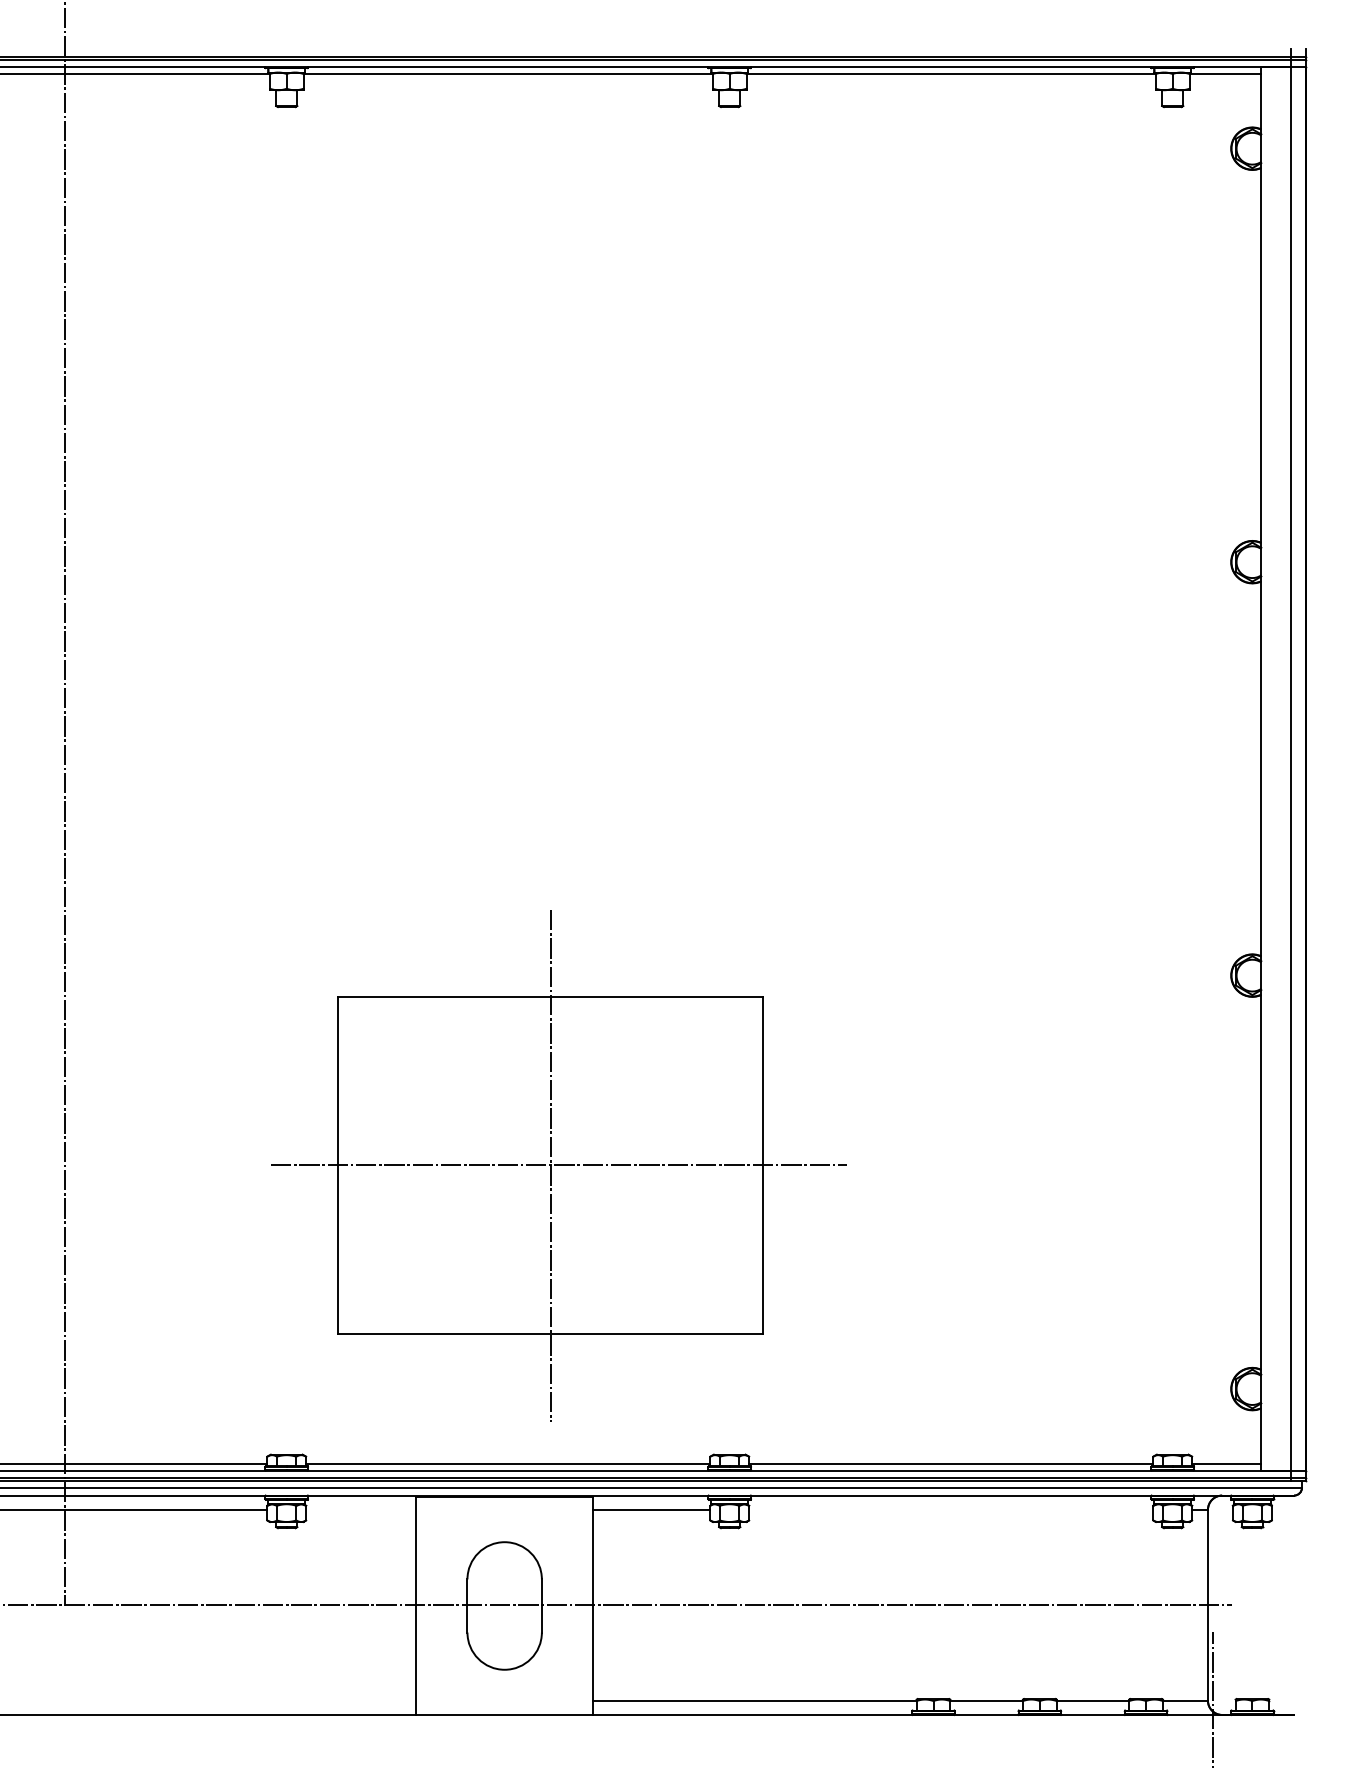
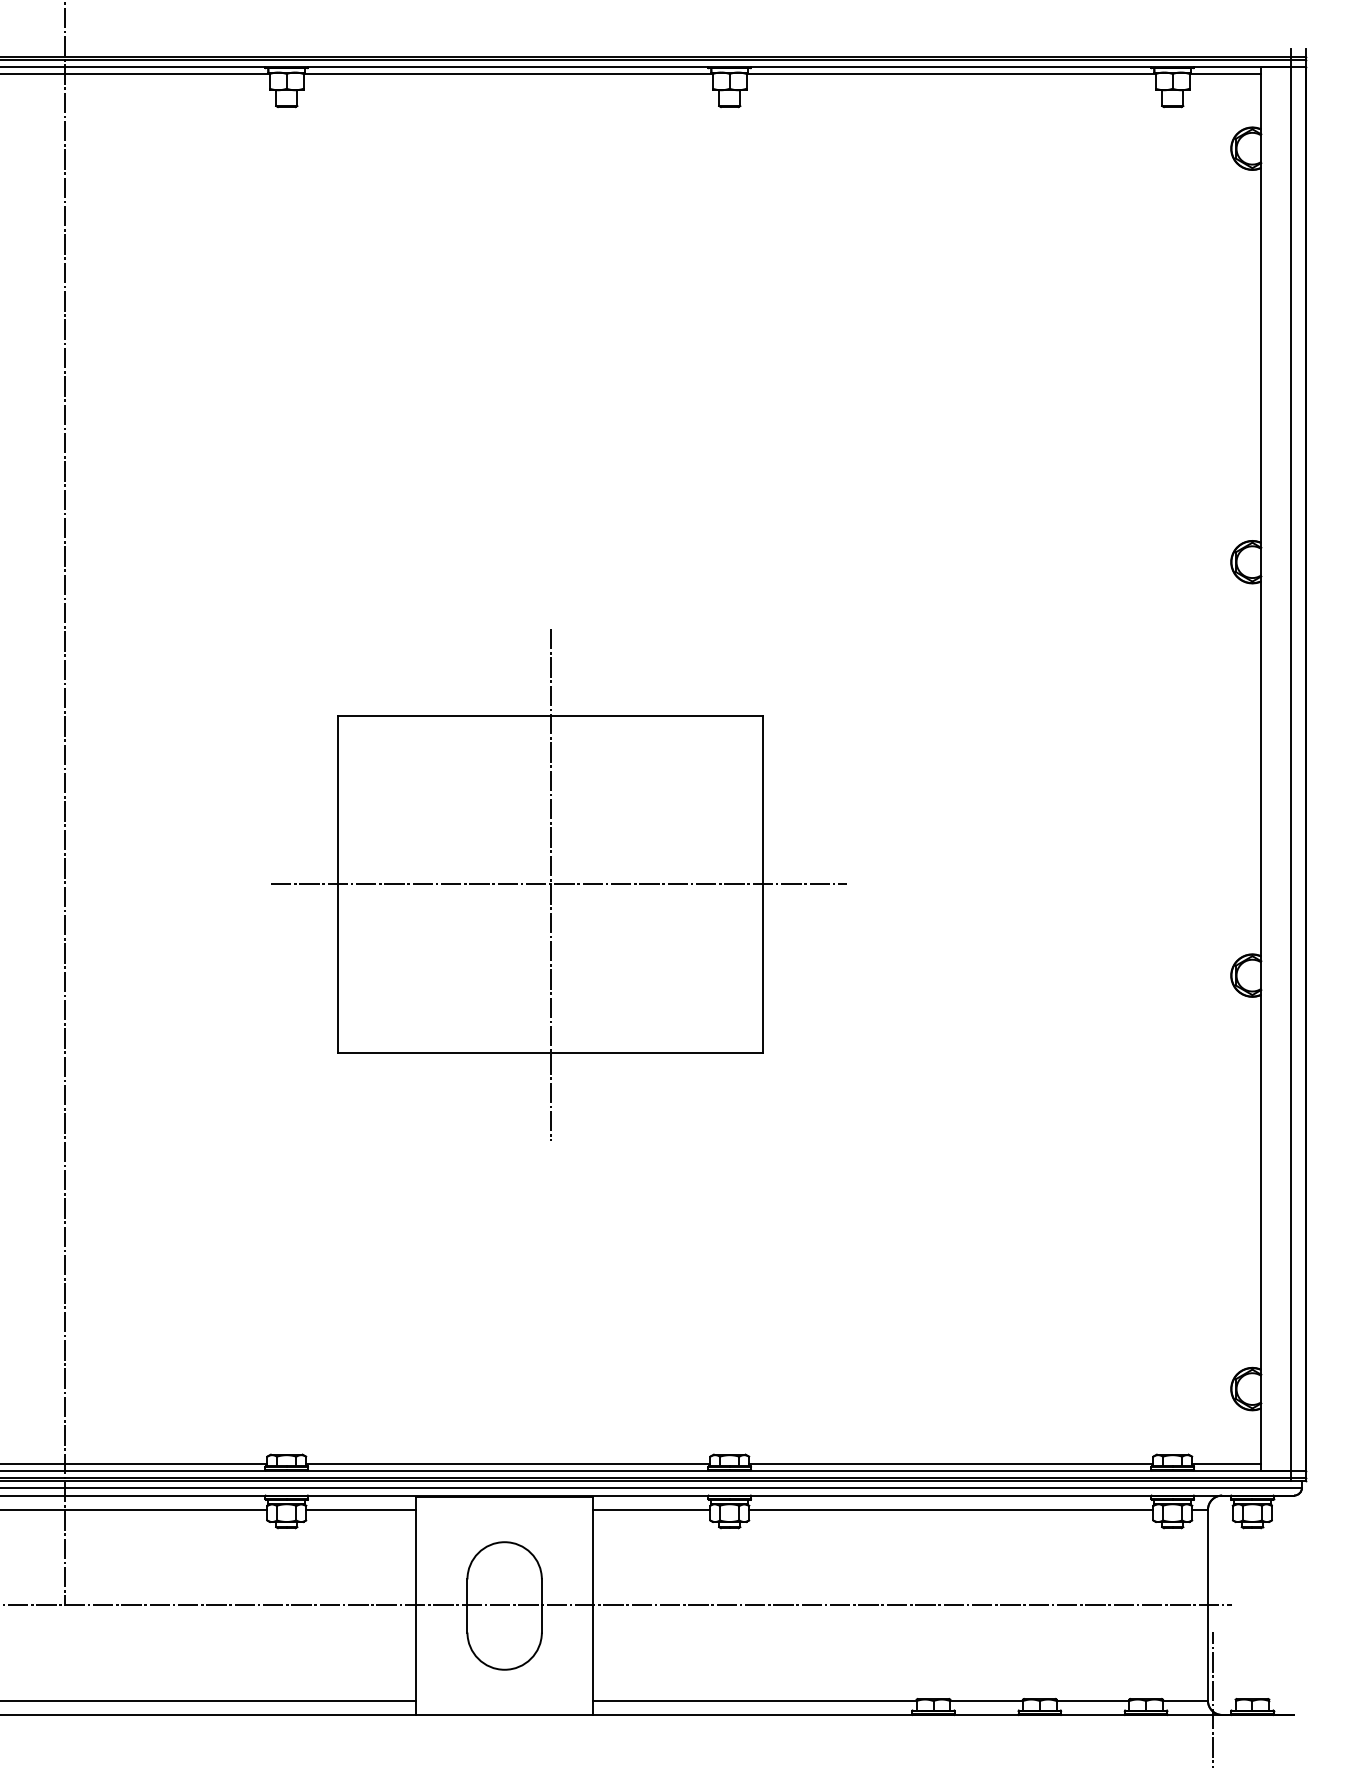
part at (558, 1165) position: (558, 1165) -> (558, 884)
line at (361, 1509): none -> present
line at (951, 1509): none -> present
line at (209, 1700): none -> present
